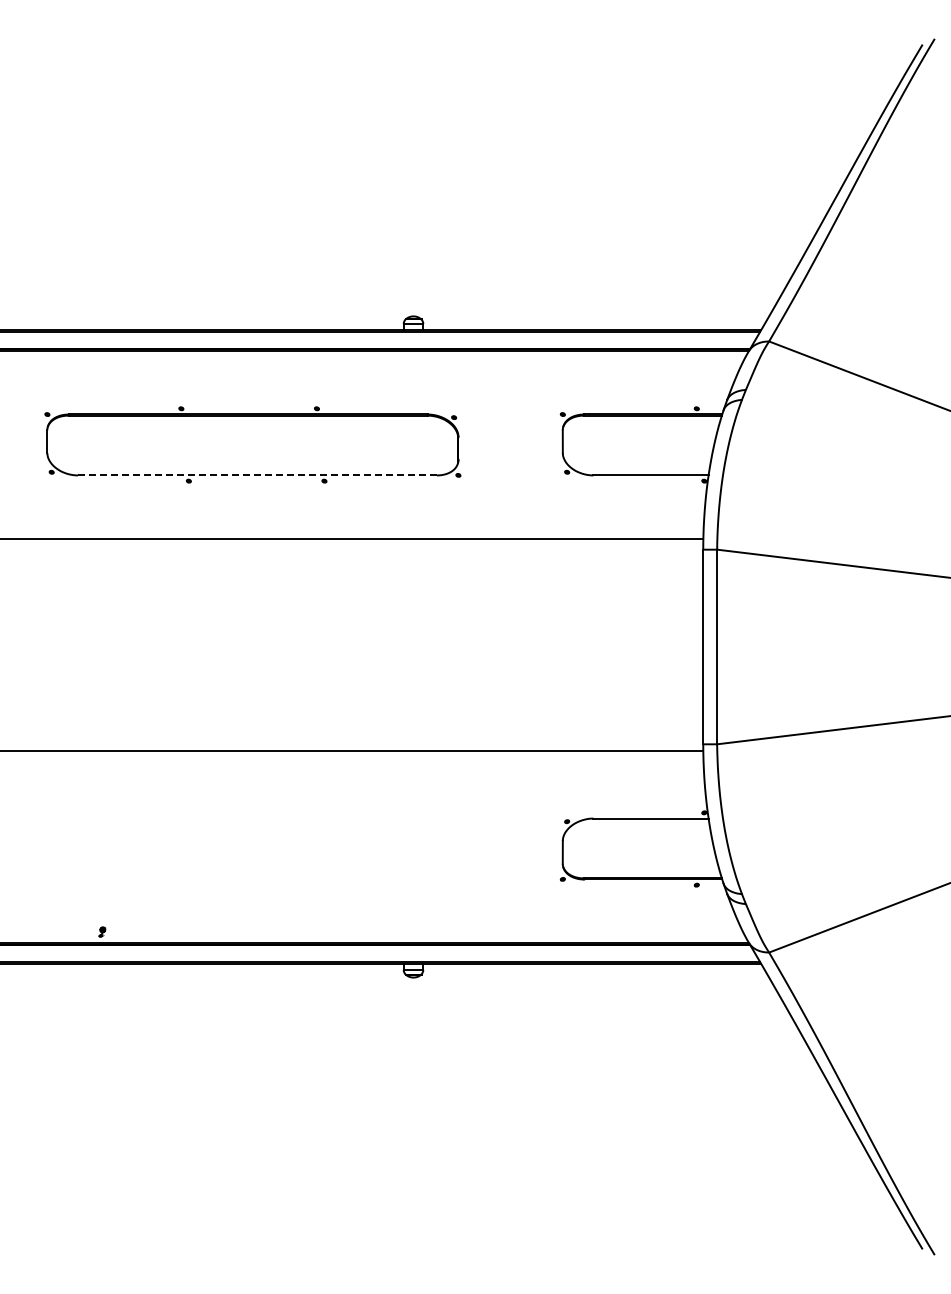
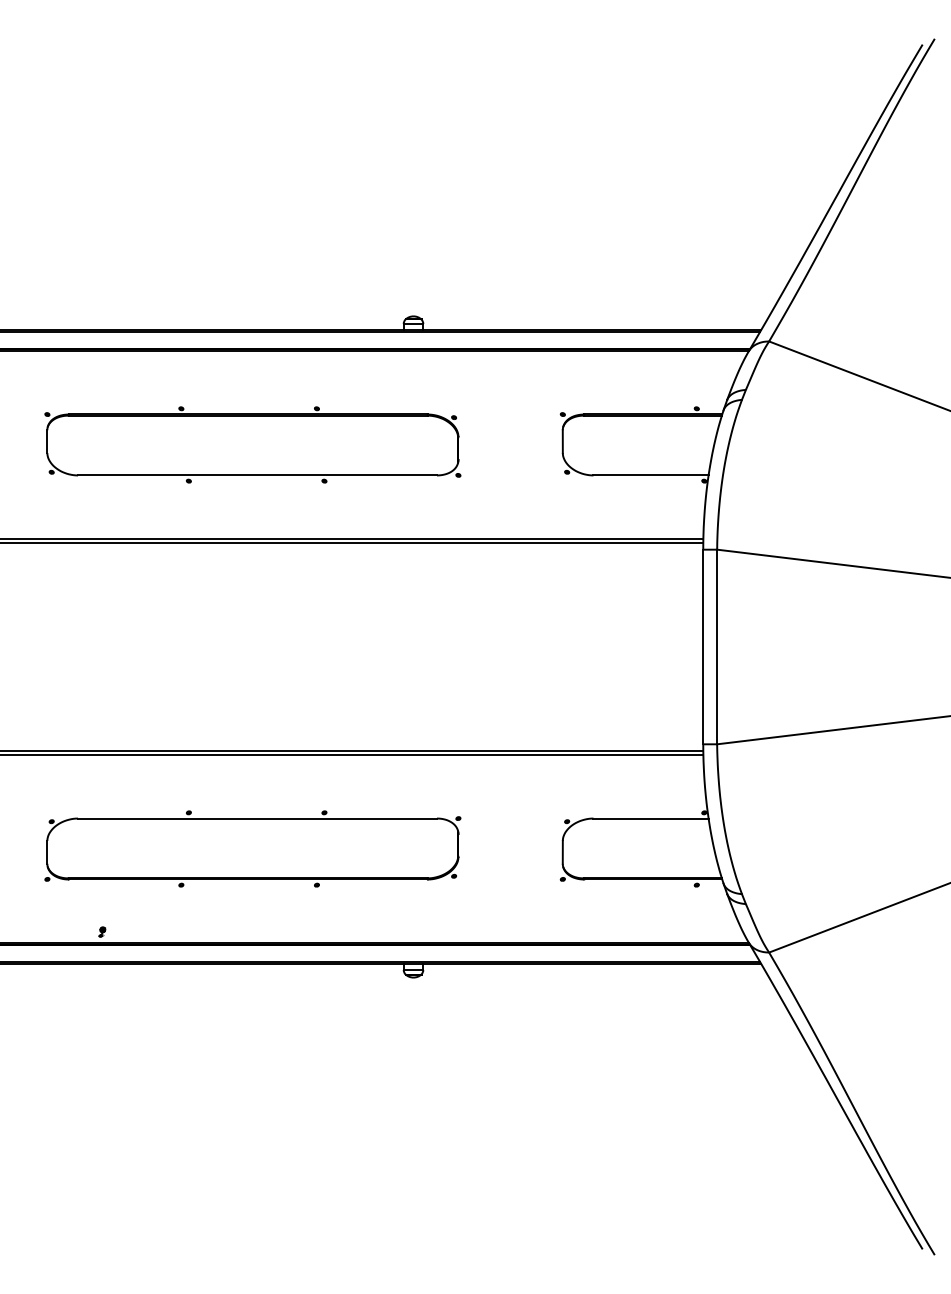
line at (257, 475): dashed -> solid
line at (352, 543): none -> present
line at (352, 755): none -> present
part at (252, 848): none -> present
